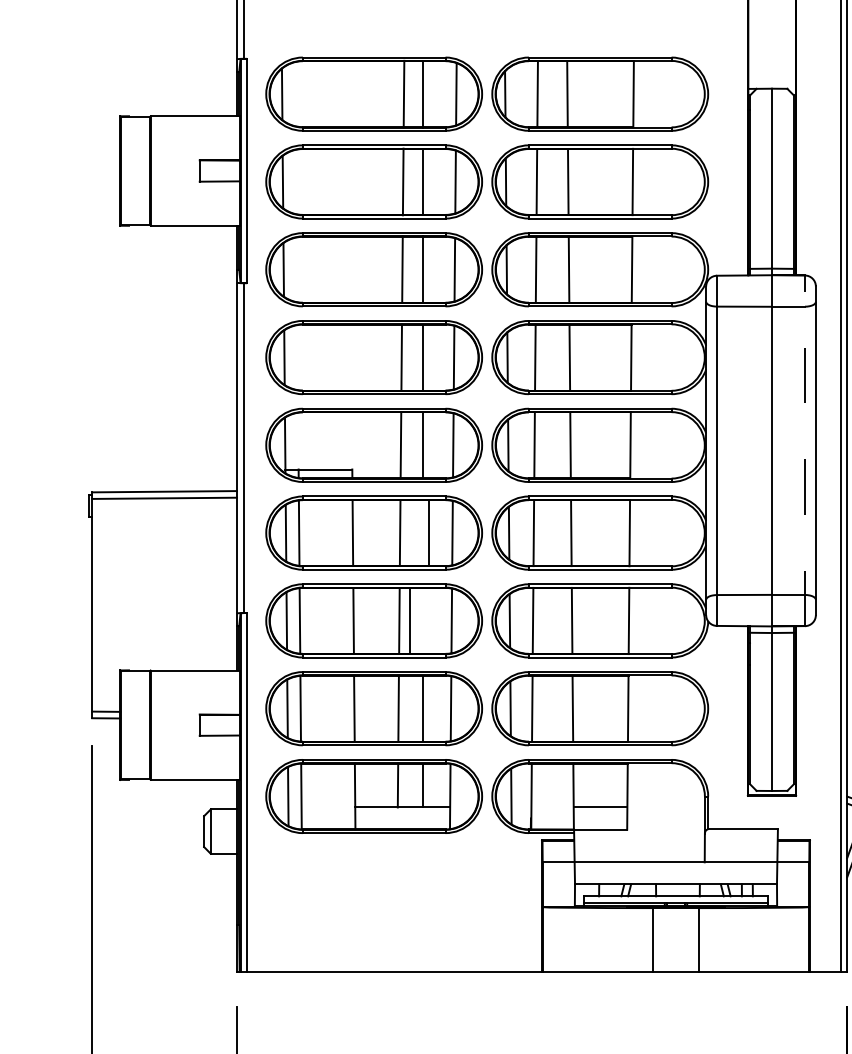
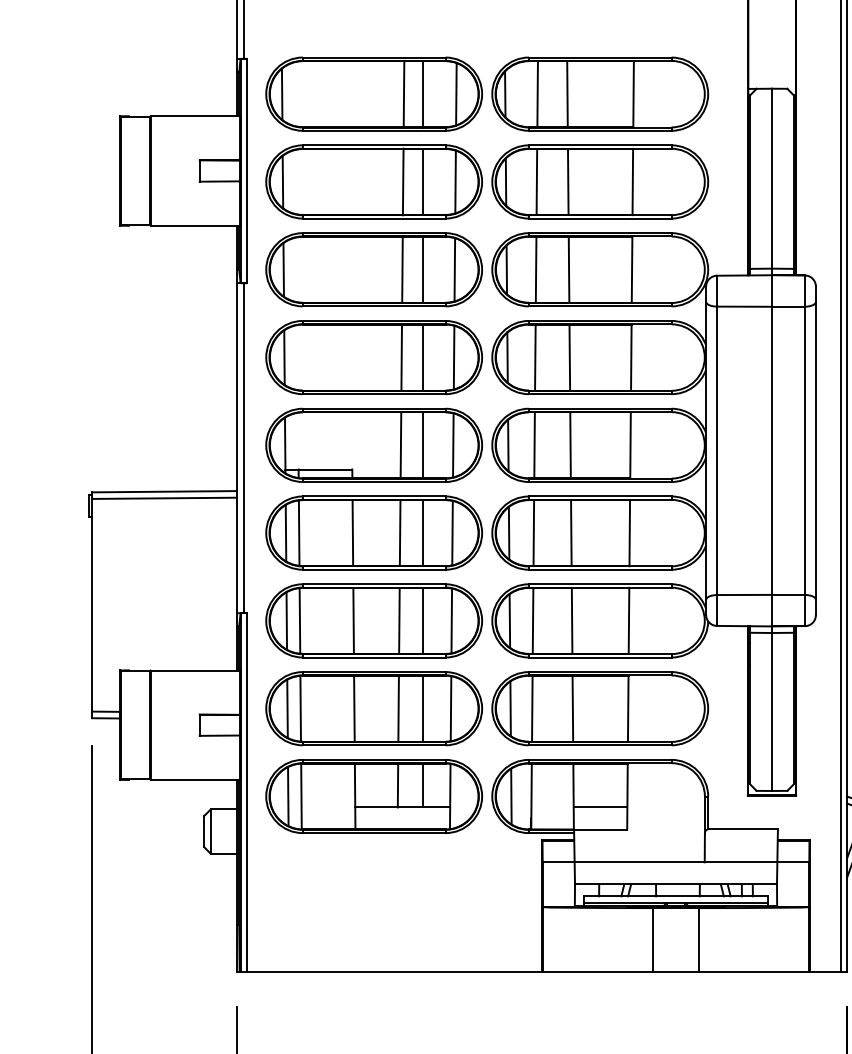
line at (805, 450): dashed -> solid
line at (428, 533) position: (428, 533) -> (422, 533)
line at (409, 620) position: (409, 620) -> (422, 620)
